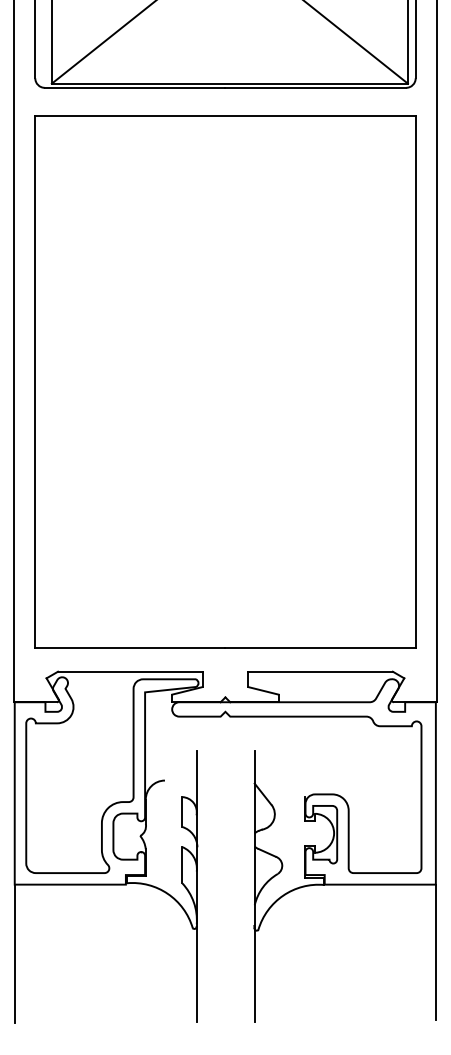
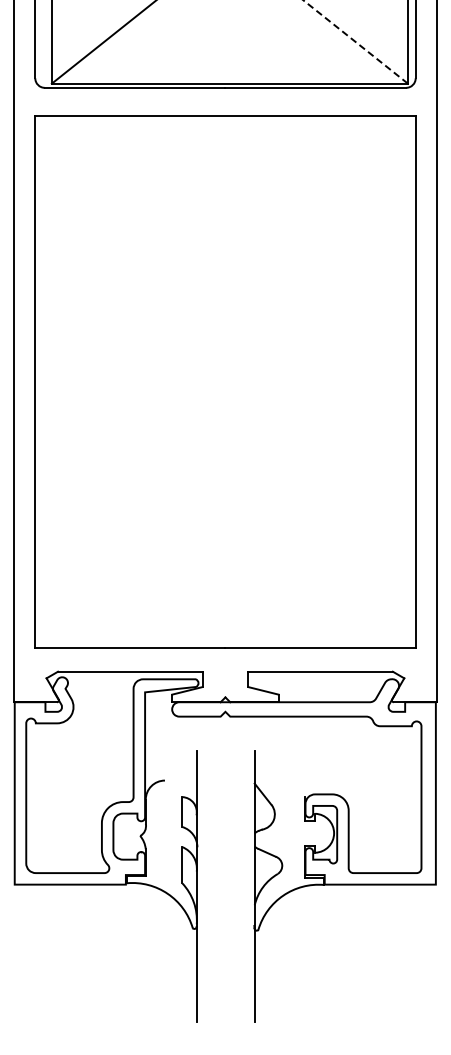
line at (355, 41): solid -> dashed
line at (435, 951): present -> none
line at (14, 953): present -> none
